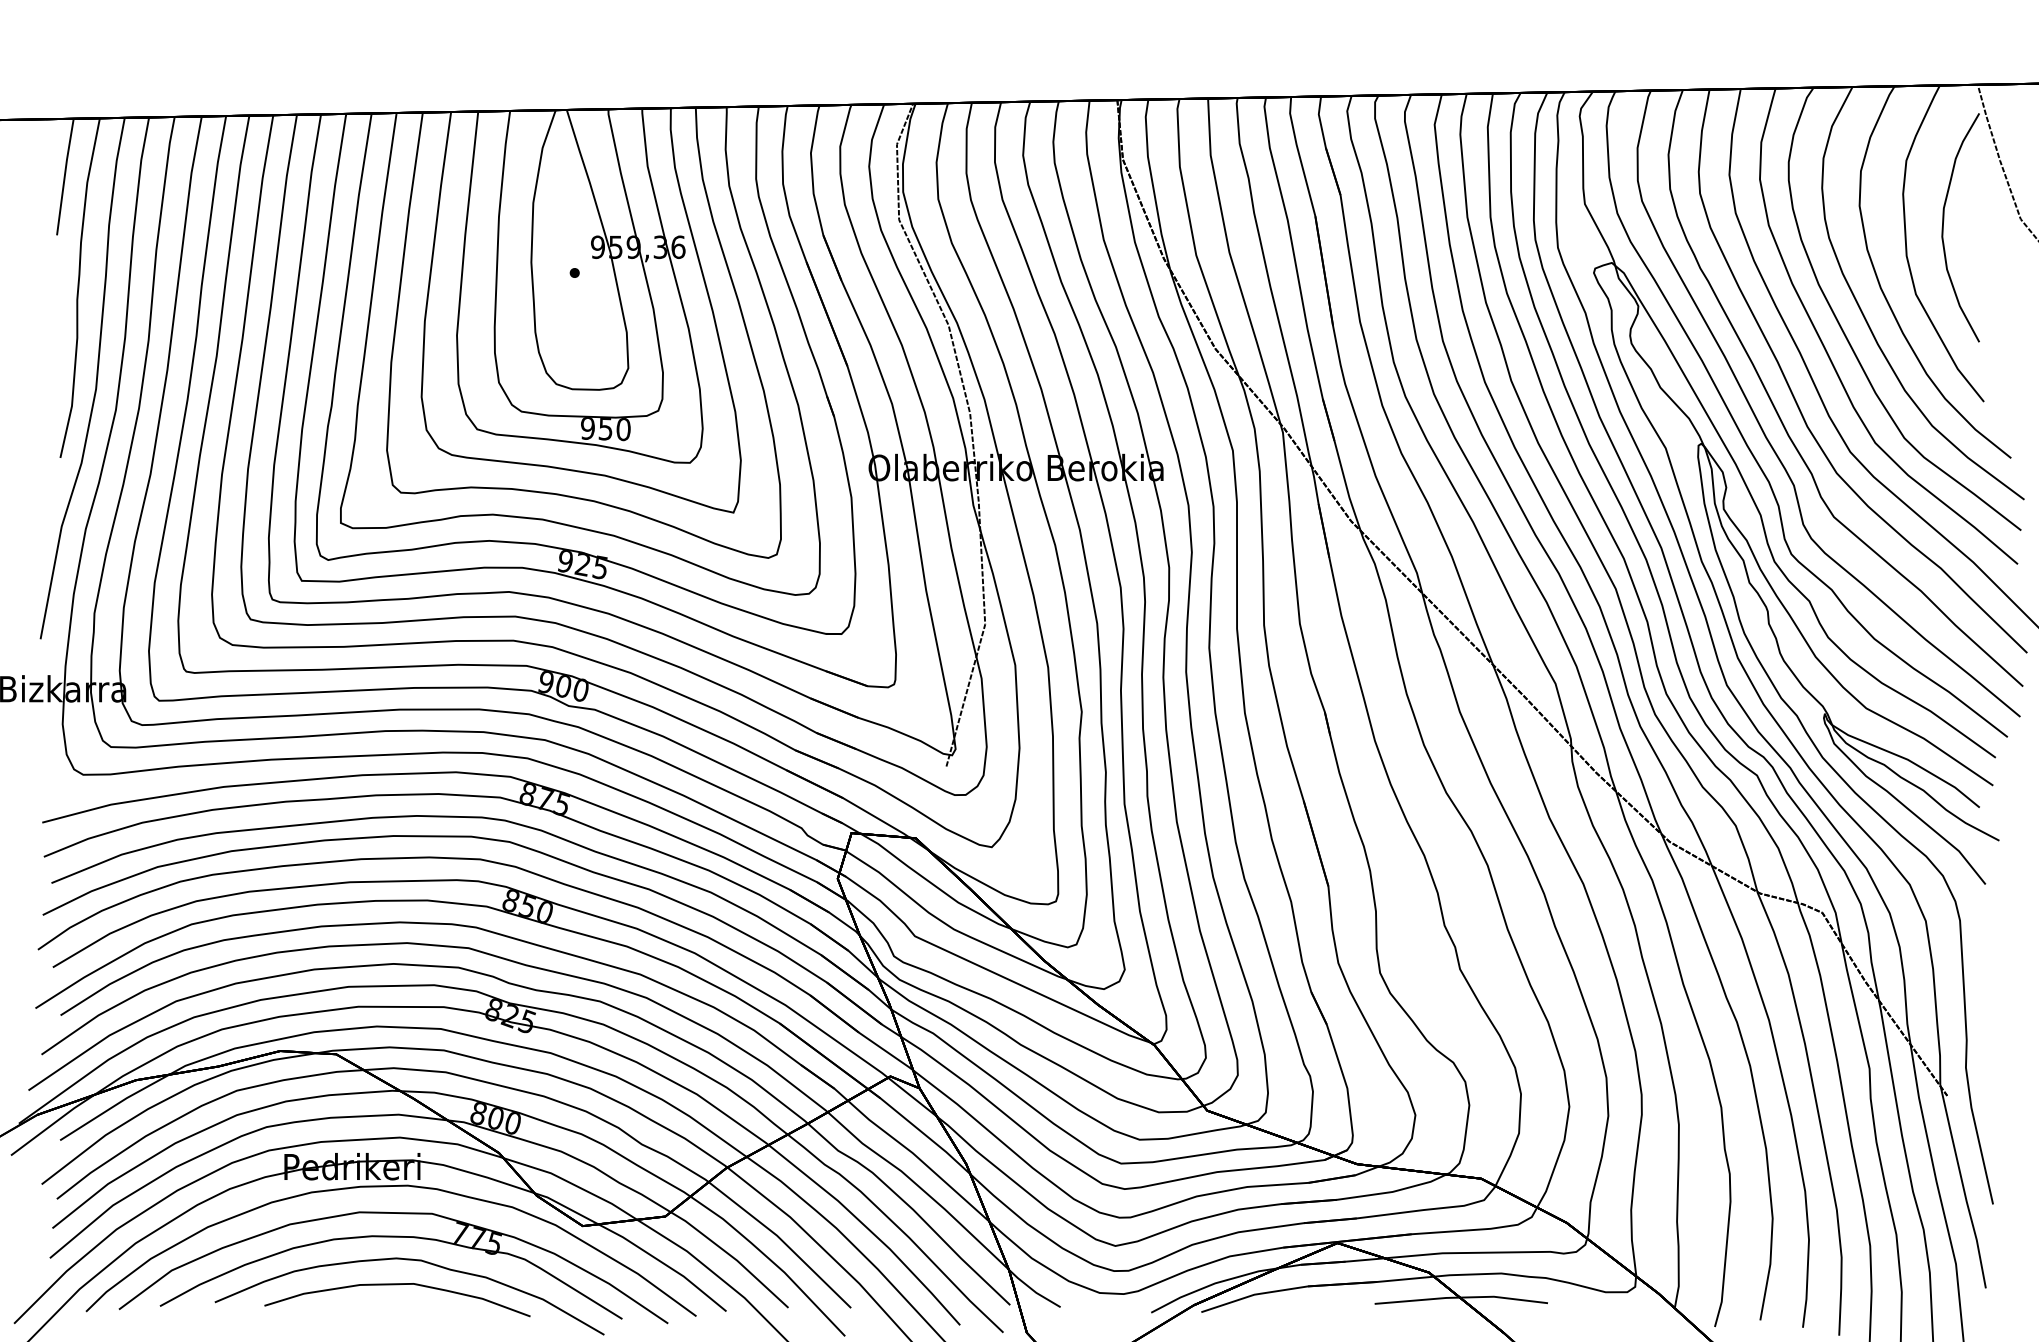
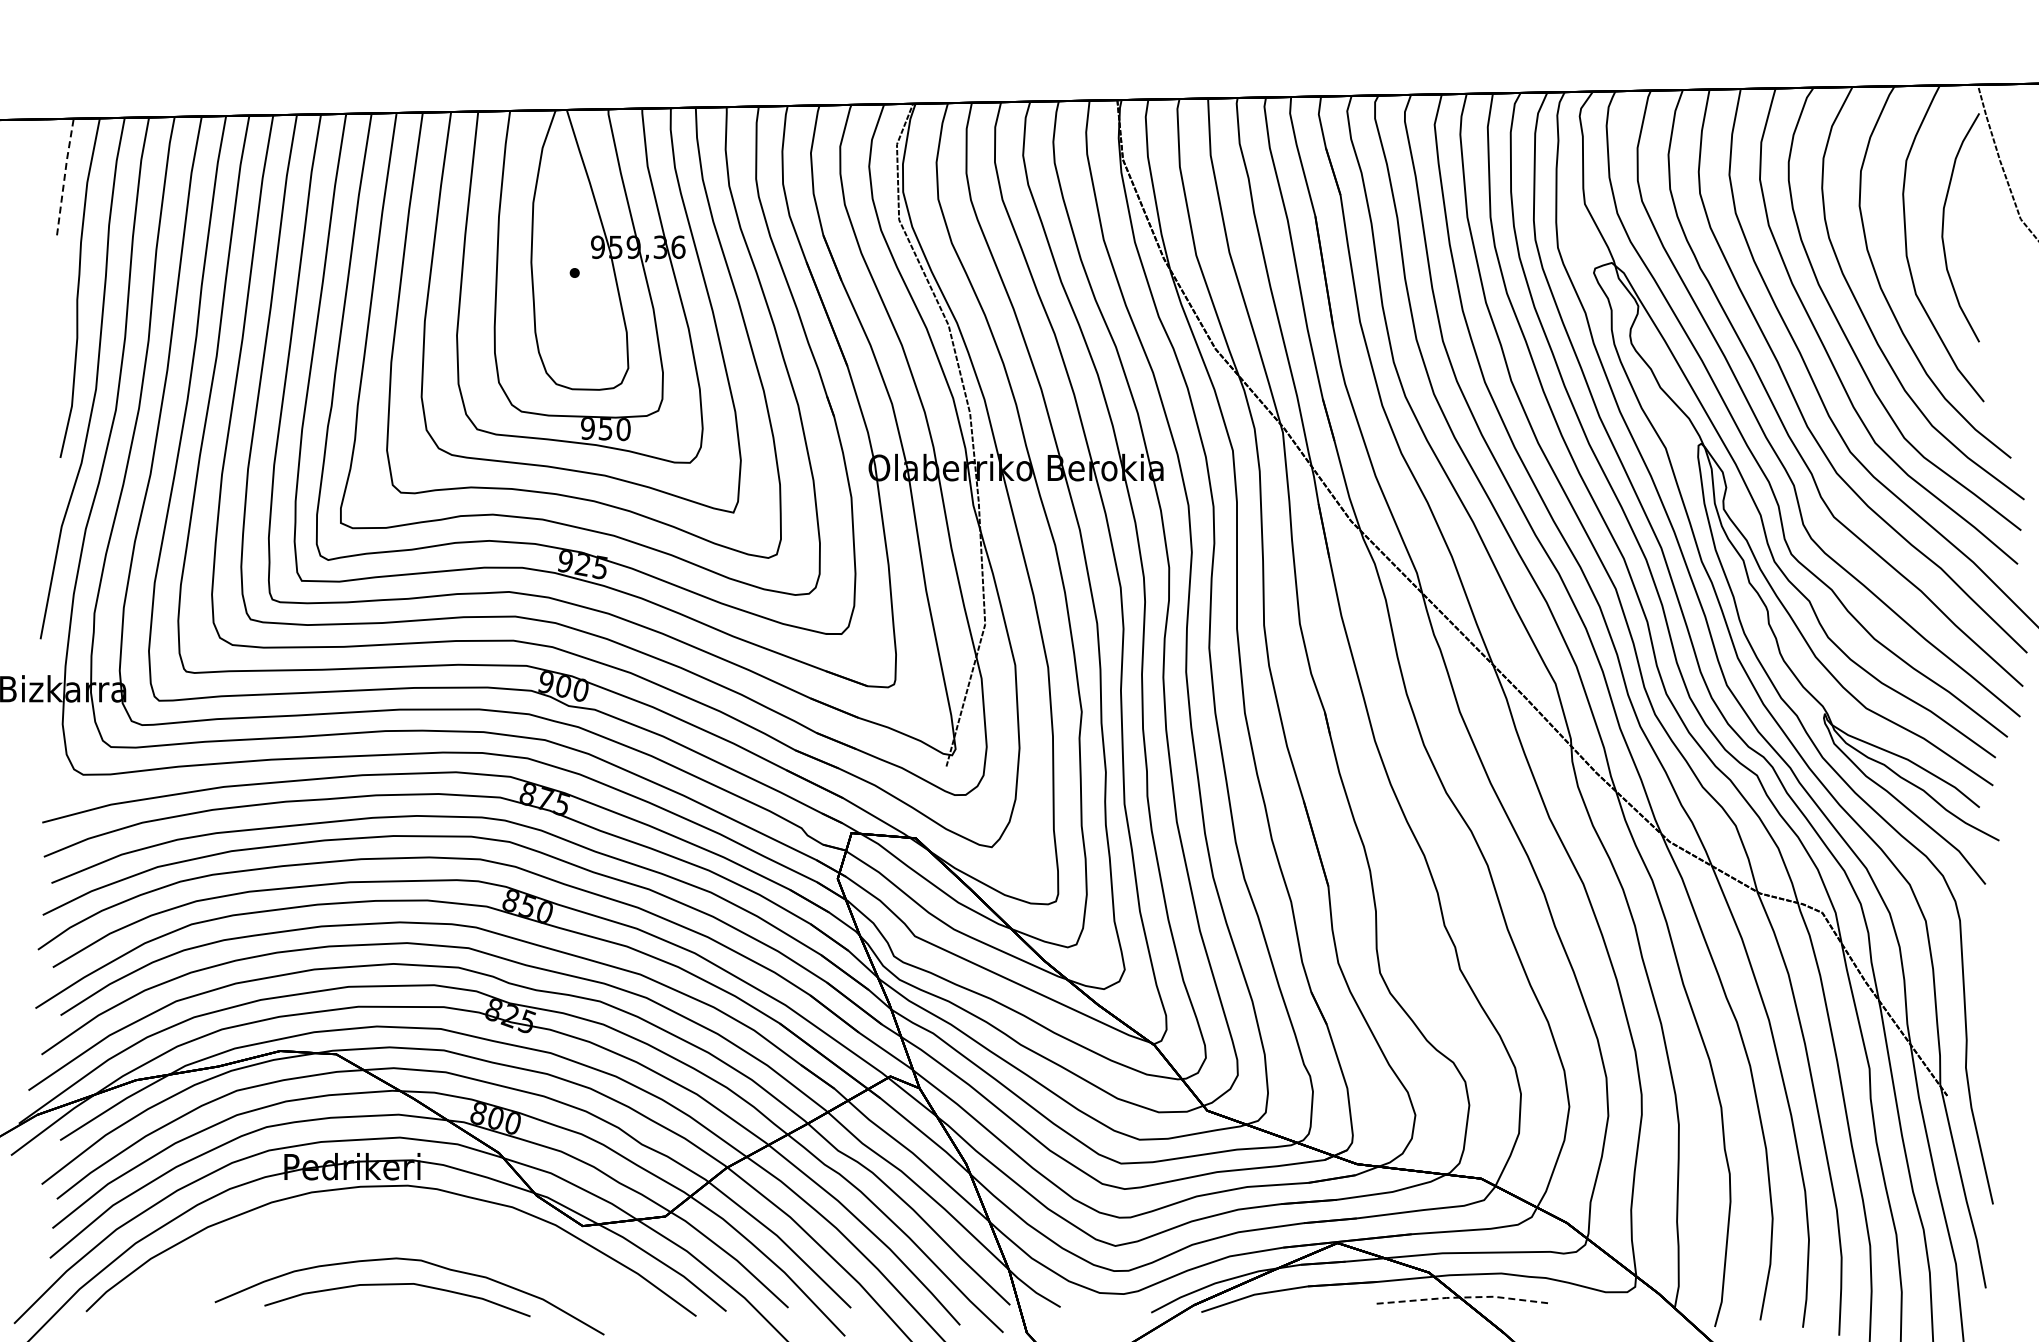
line at (64, 176): solid -> dashed
part at (393, 1237): present -> none
line at (1461, 1297): solid -> dashed
